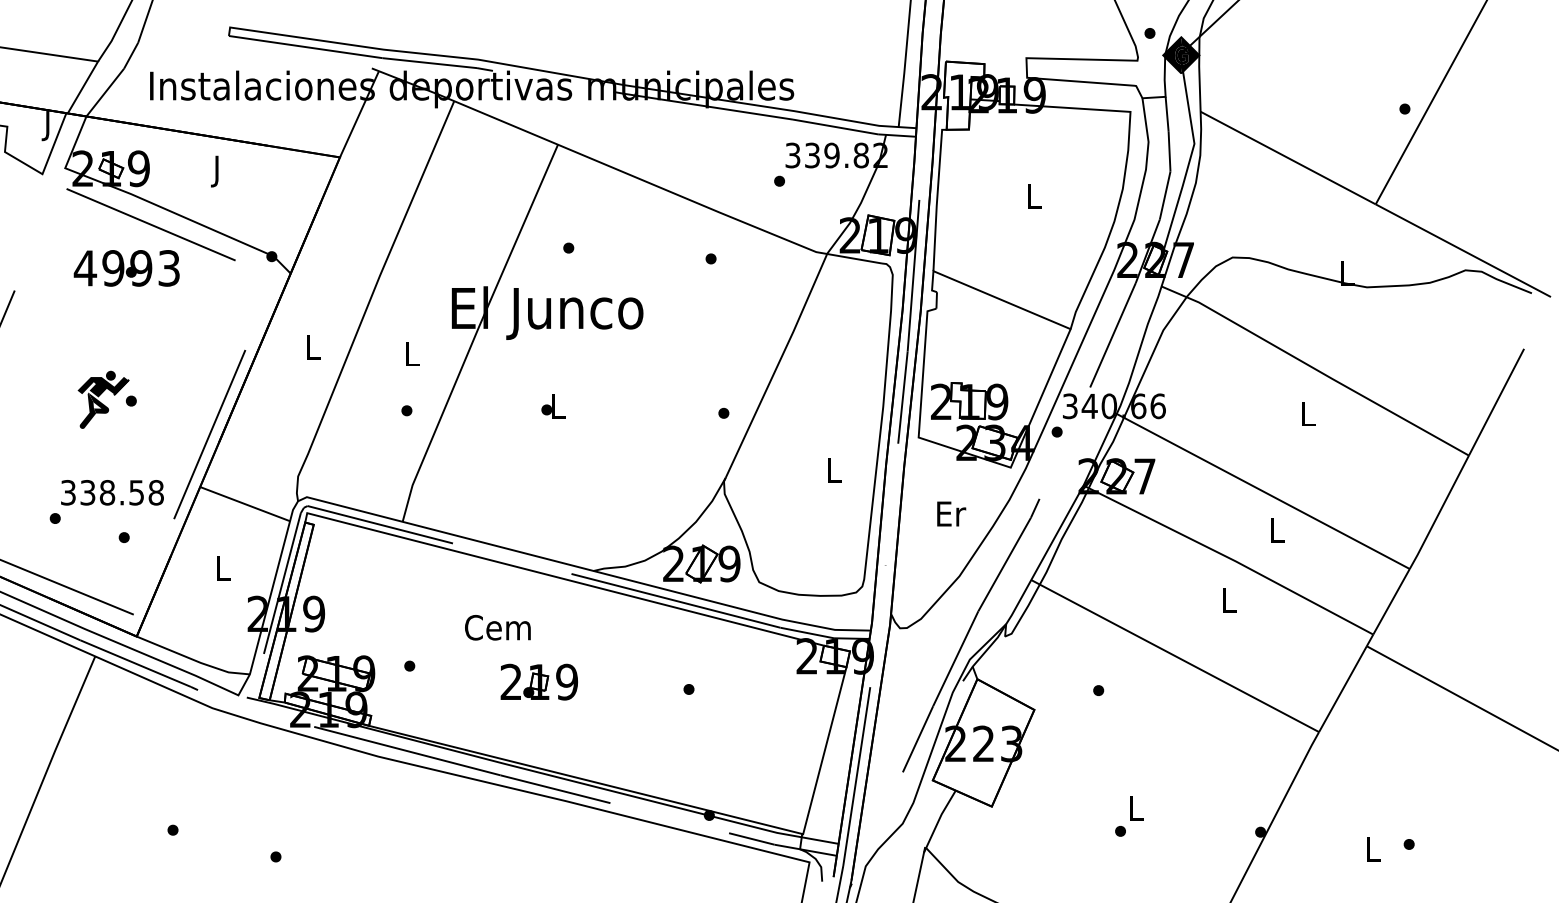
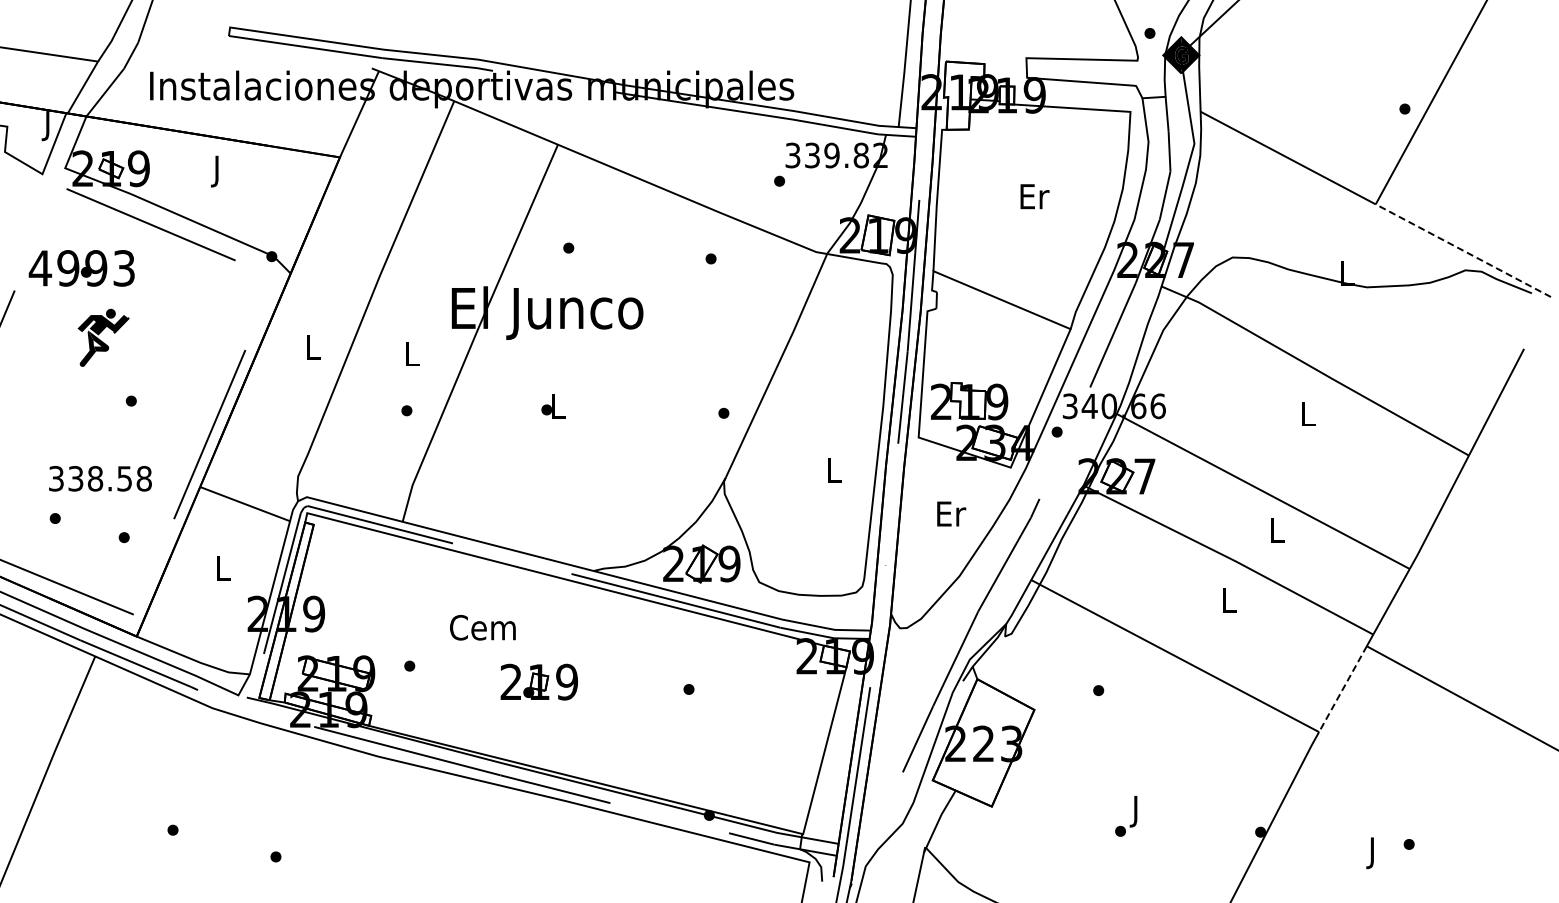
text at (1034, 196): L -> Er
line at (1462, 250): solid -> dashed
text at (126, 268) position: (126, 268) -> (81, 268)
part at (103, 399) position: (103, 399) -> (103, 337)
text at (112, 492) position: (112, 492) -> (100, 478)
text at (497, 627) position: (497, 627) -> (482, 627)
line at (1342, 689): solid -> dashed
text at (1136, 811): L -> J
text at (1373, 853): L -> J
